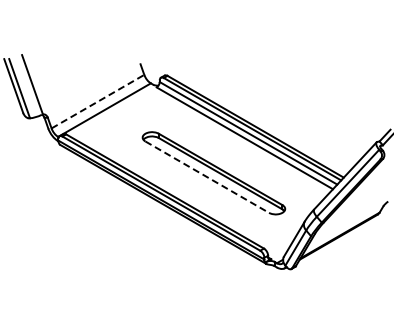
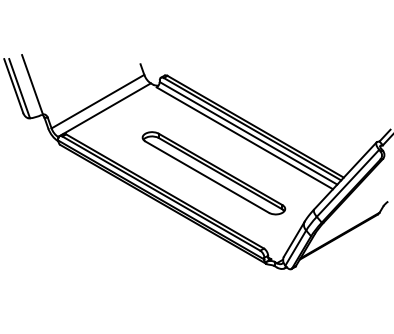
line at (97, 101): dashed -> solid
line at (207, 177): dashed -> solid
